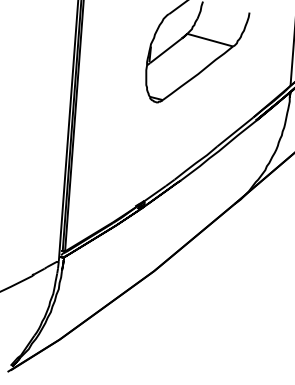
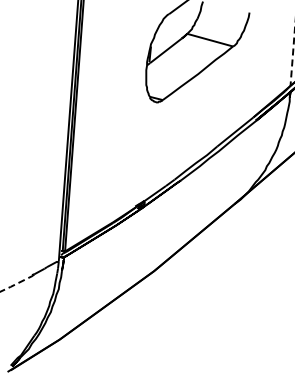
line at (292, 57): solid -> dashed
line at (16, 284): solid -> dashed
